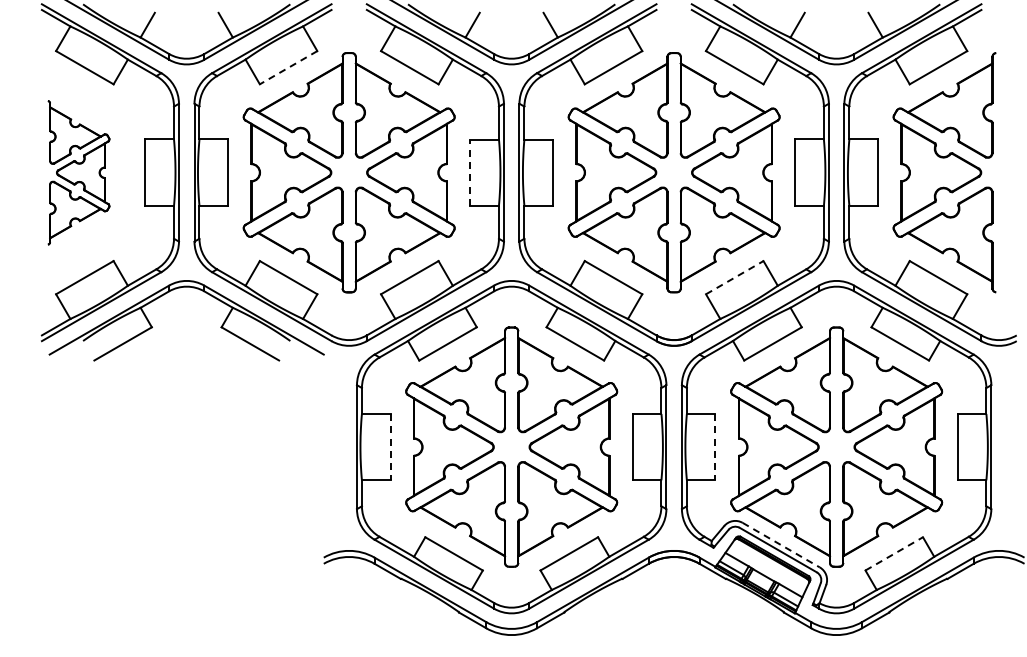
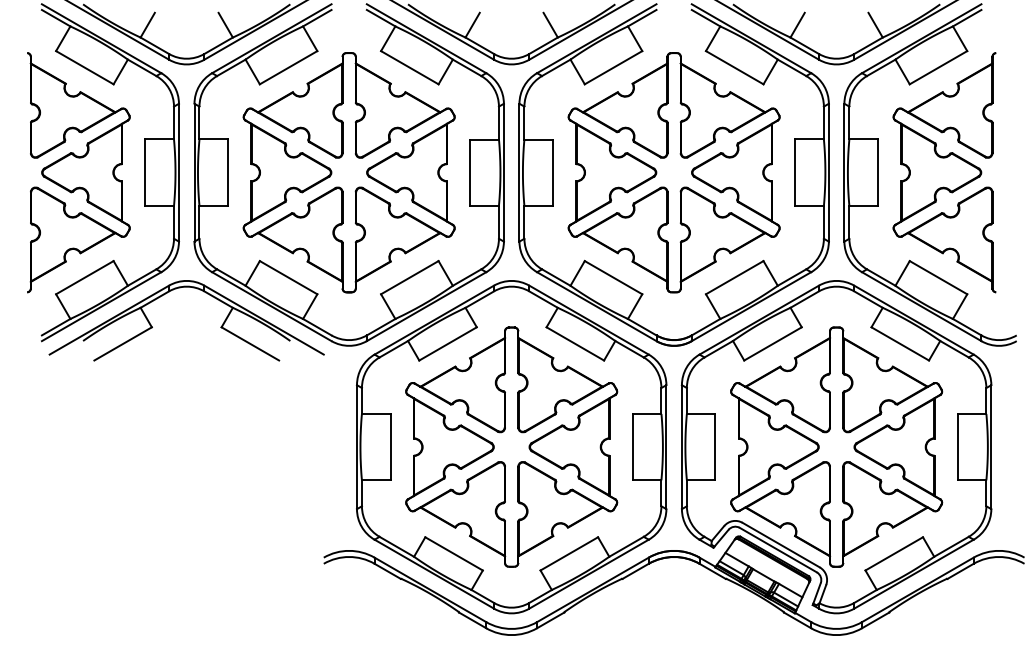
line at (288, 67): dashed -> solid
part at (78, 172) size: 64x146 px -> 104x242 px
line at (470, 172): dashed -> solid
line at (735, 277): dashed -> solid
line at (390, 447): dashed -> solid
line at (715, 447): dashed -> solid
line at (781, 545): dashed -> solid
line at (894, 553): dashed -> solid
